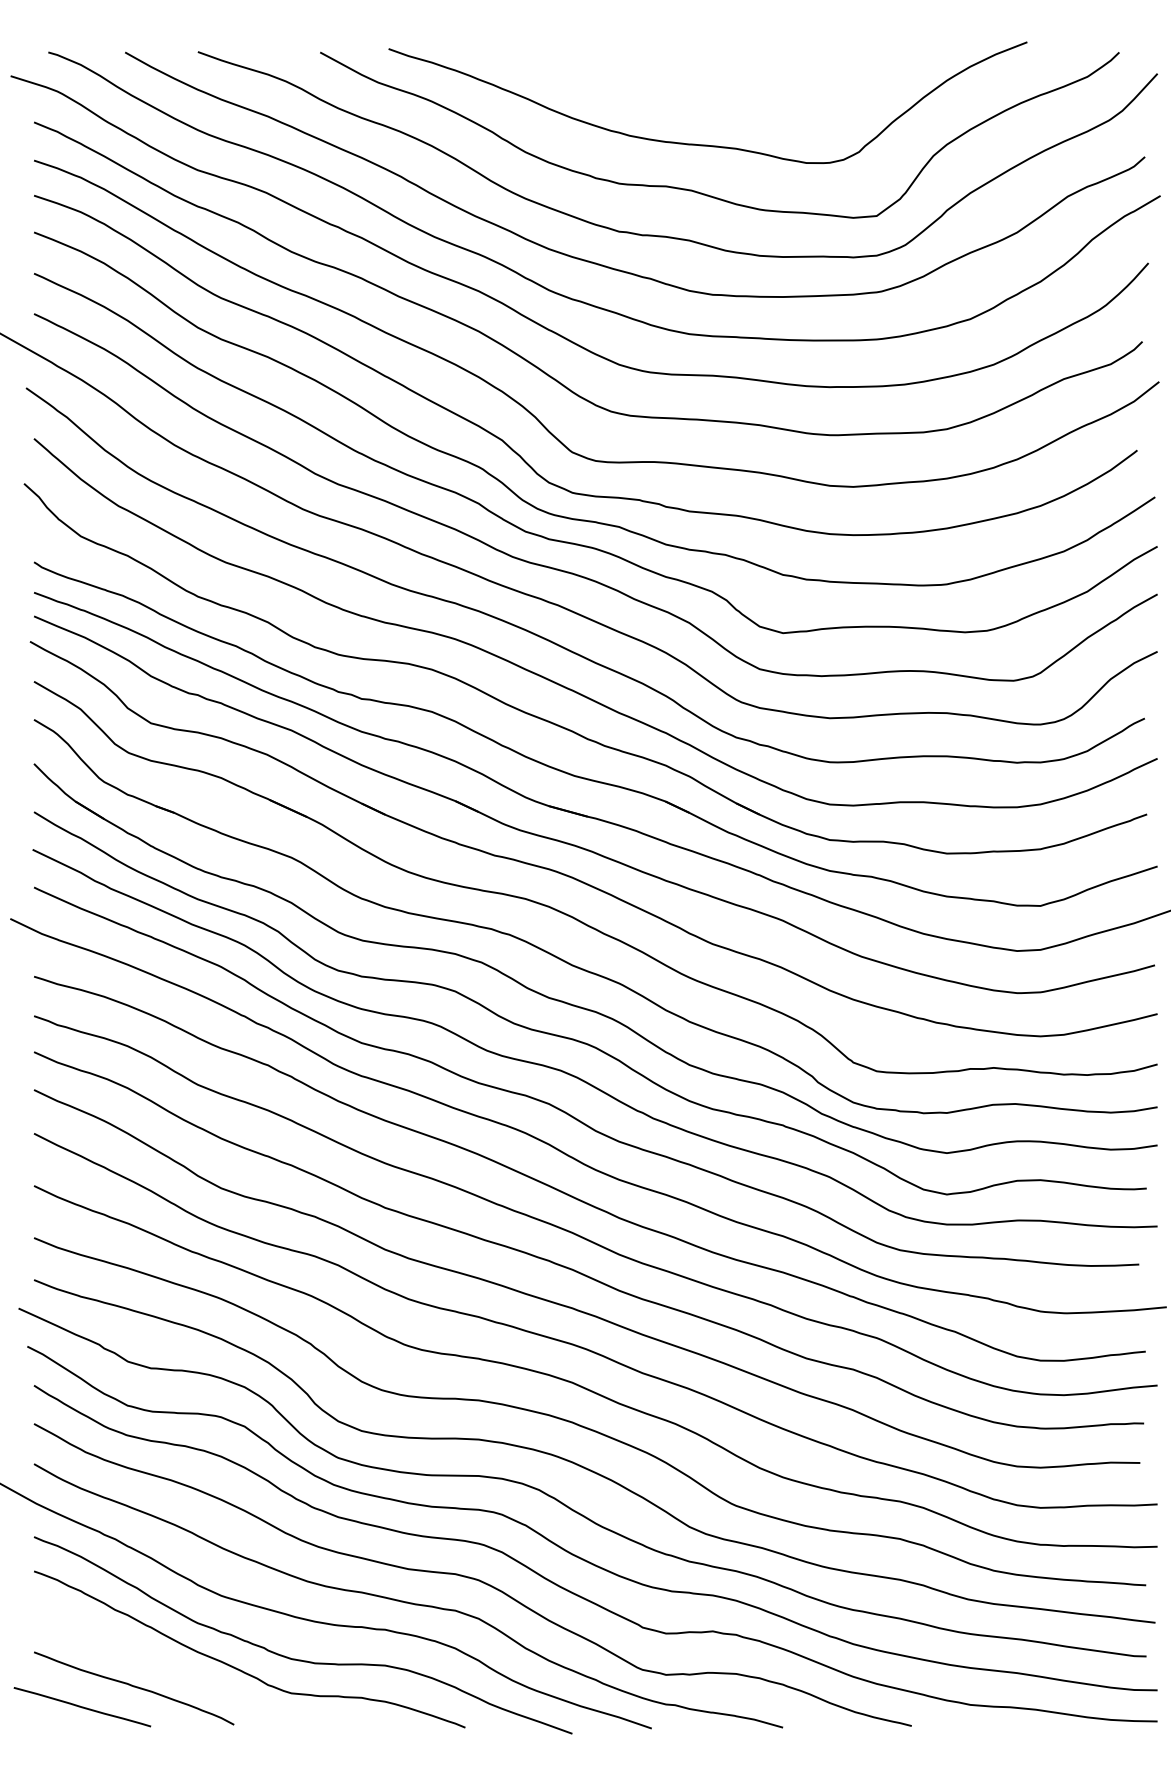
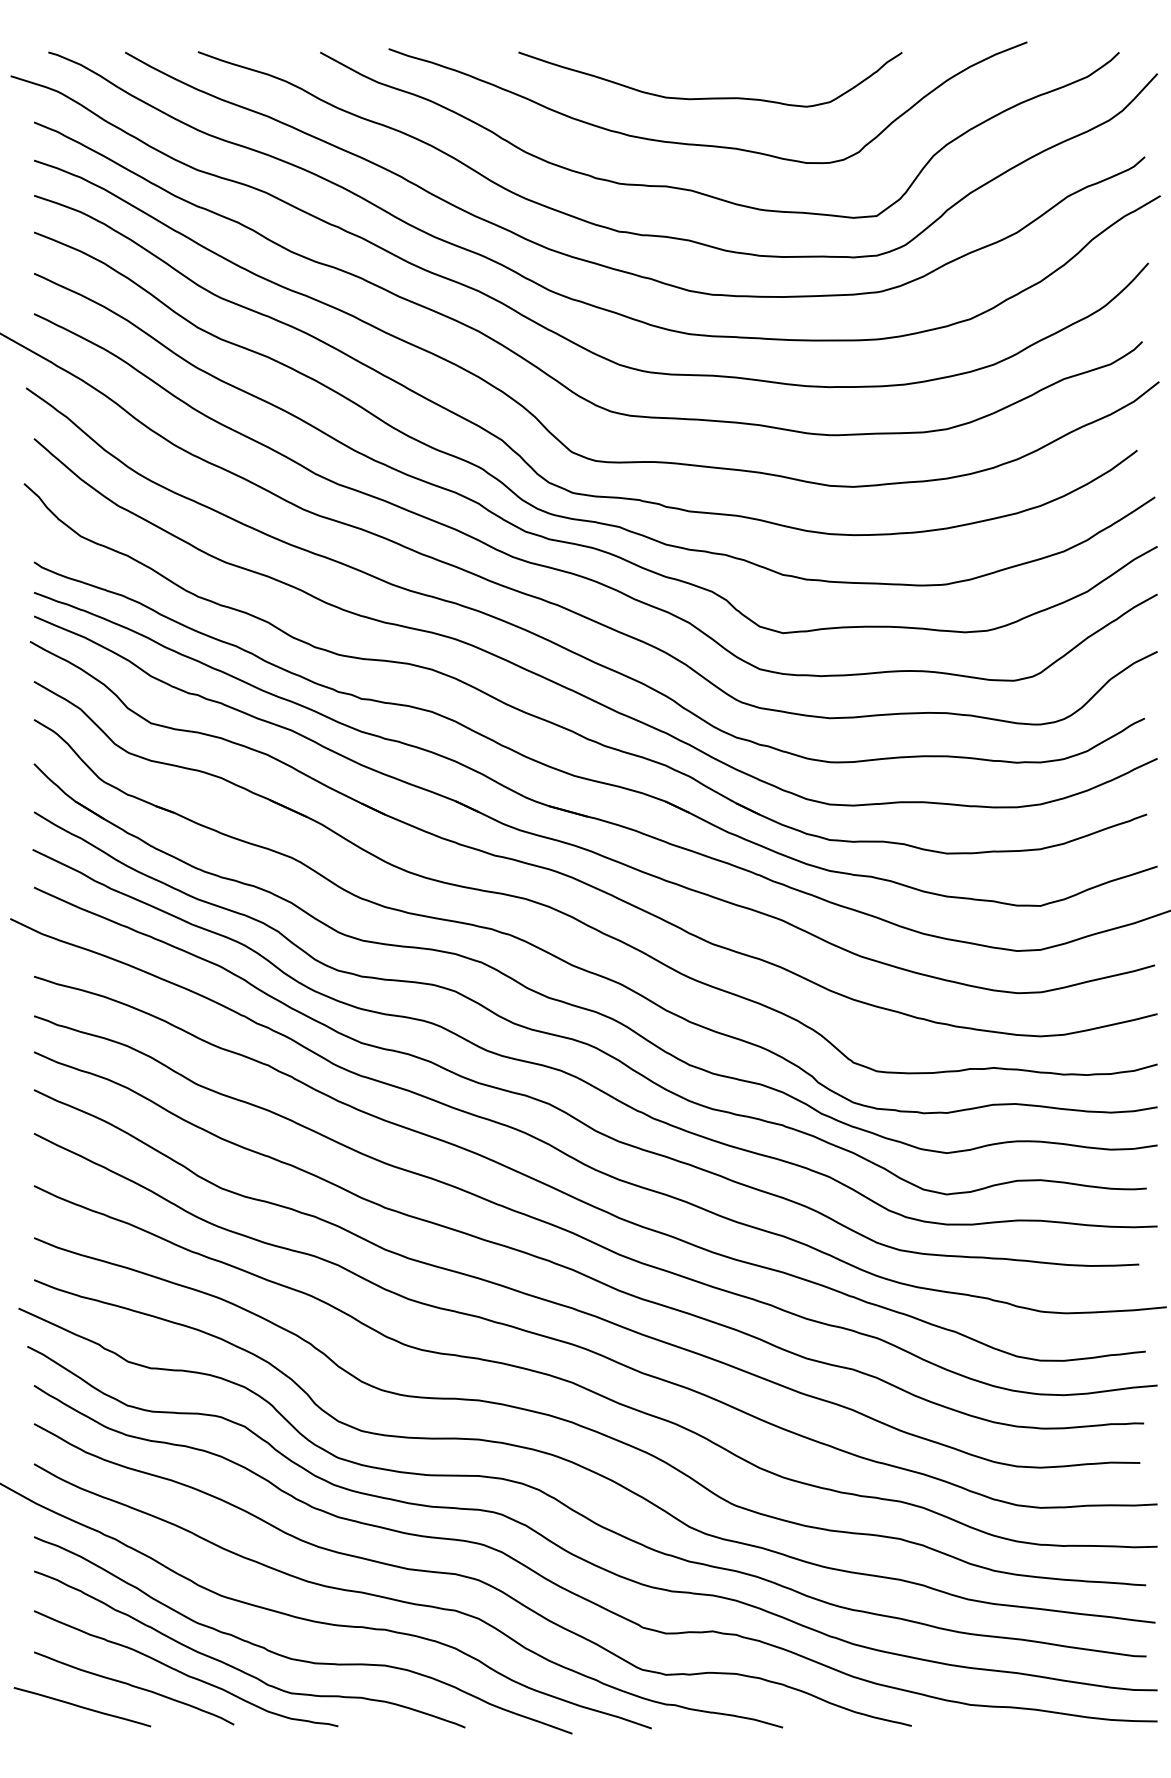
curve at (710, 97): none -> present
curve at (183, 1672): none -> present
